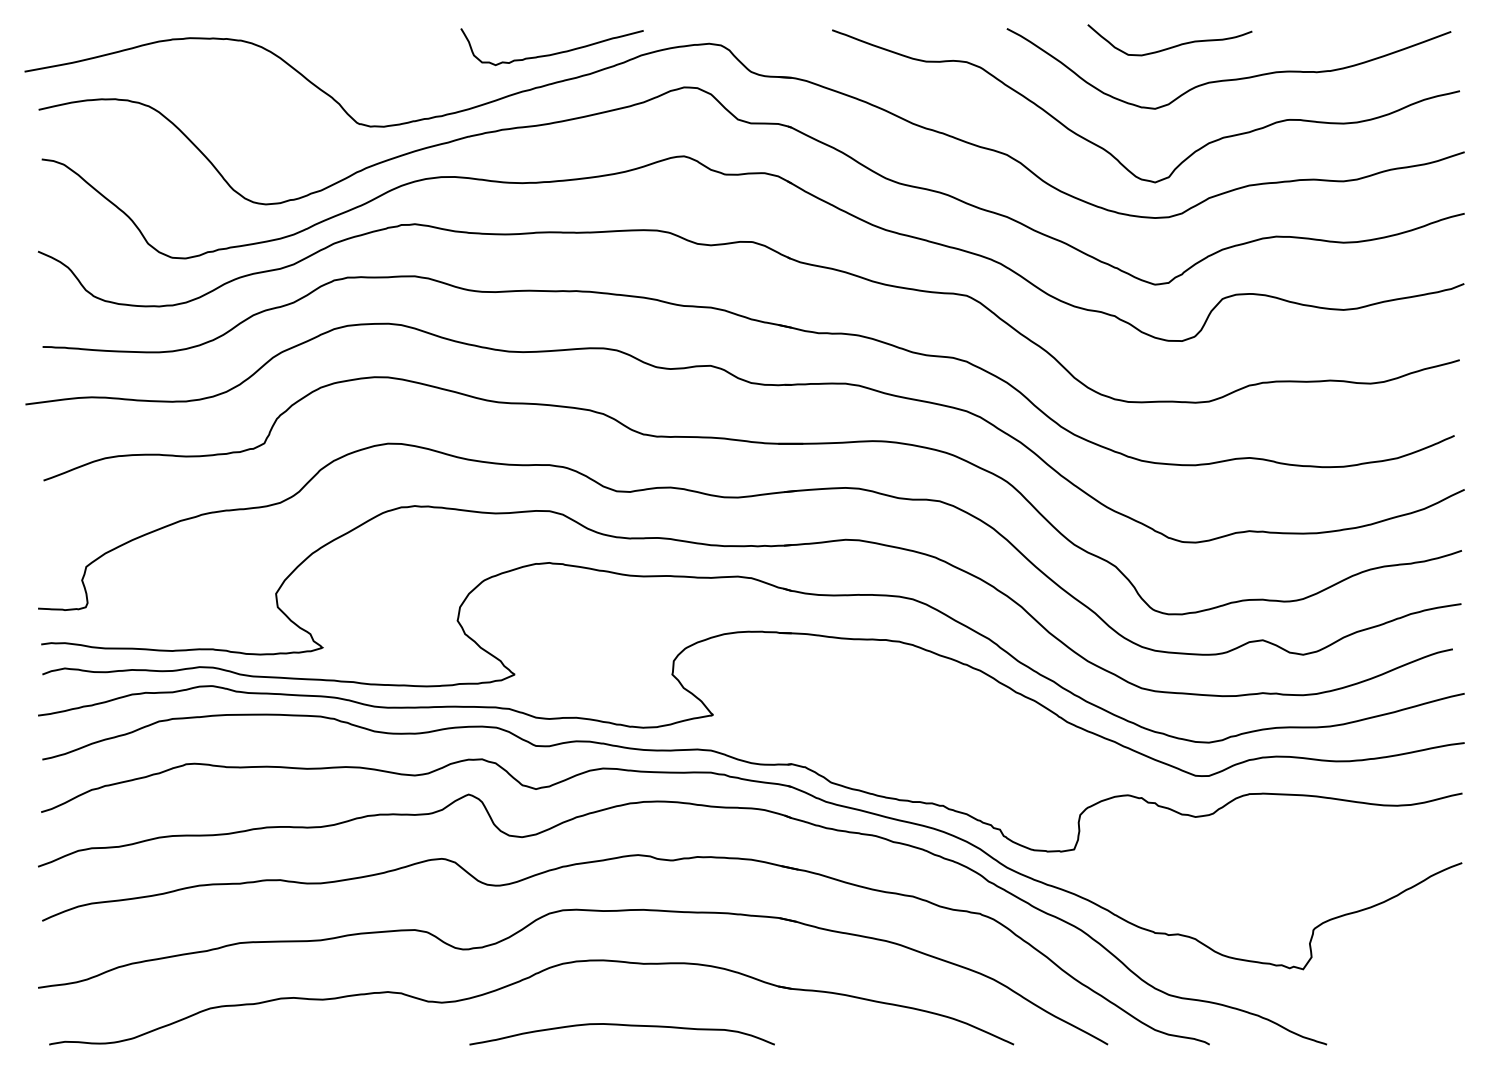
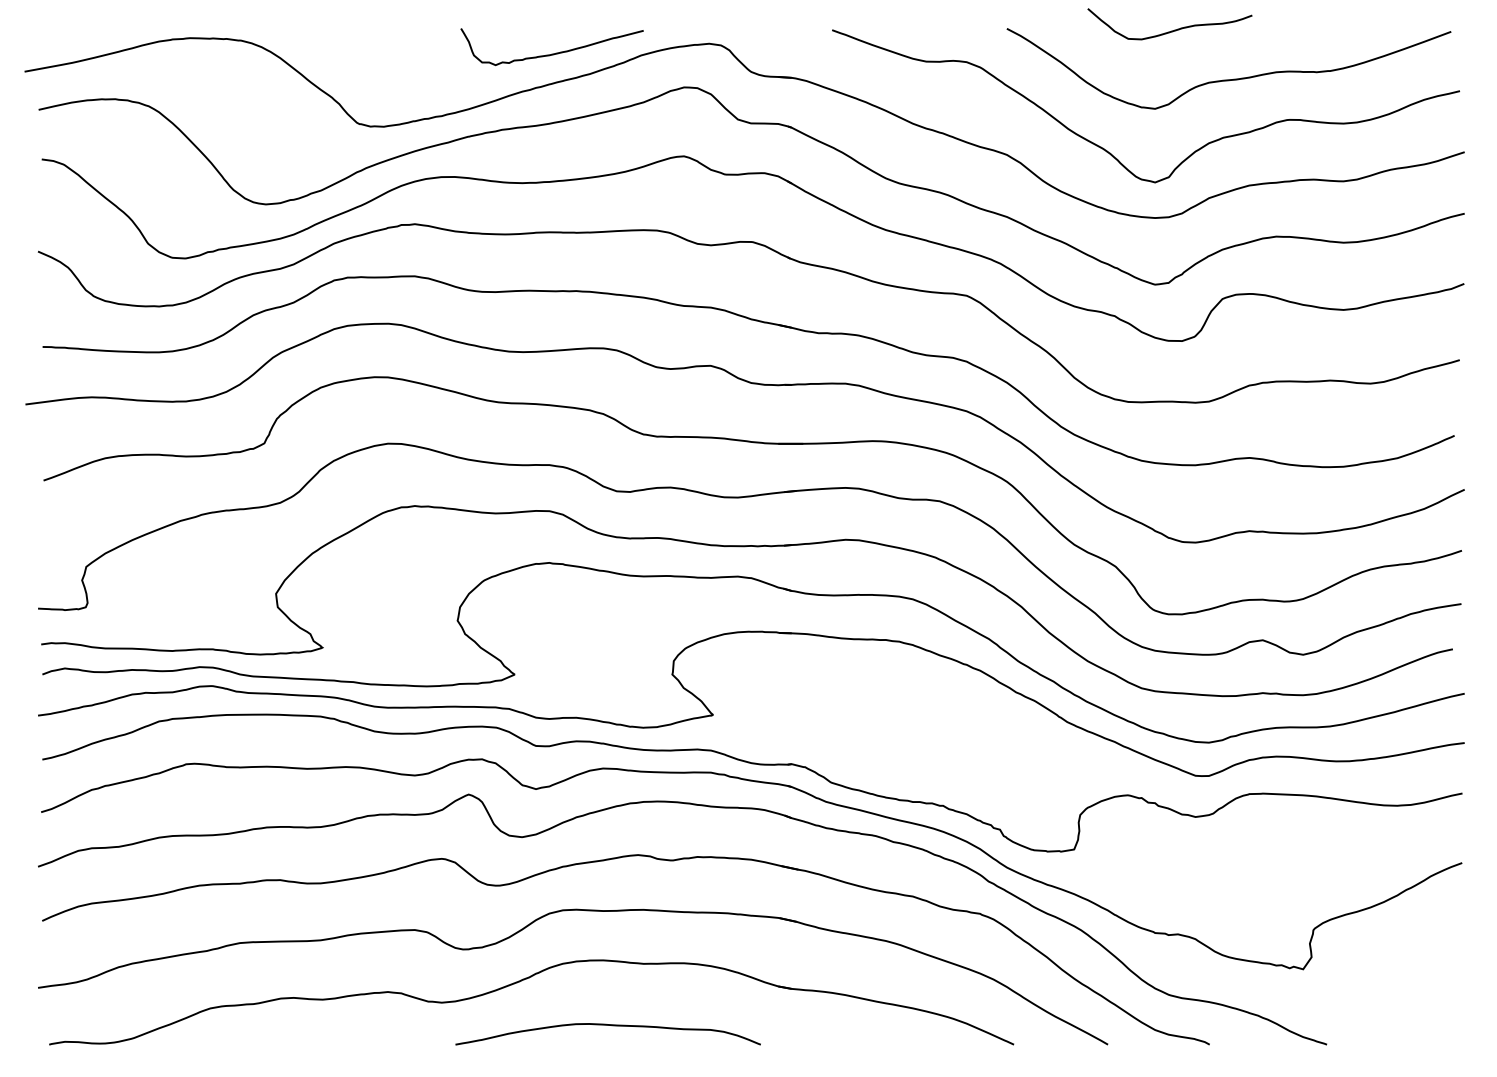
curve at (1171, 46) position: (1171, 46) -> (1171, 30)
curve at (621, 1025) position: (621, 1025) -> (607, 1025)
